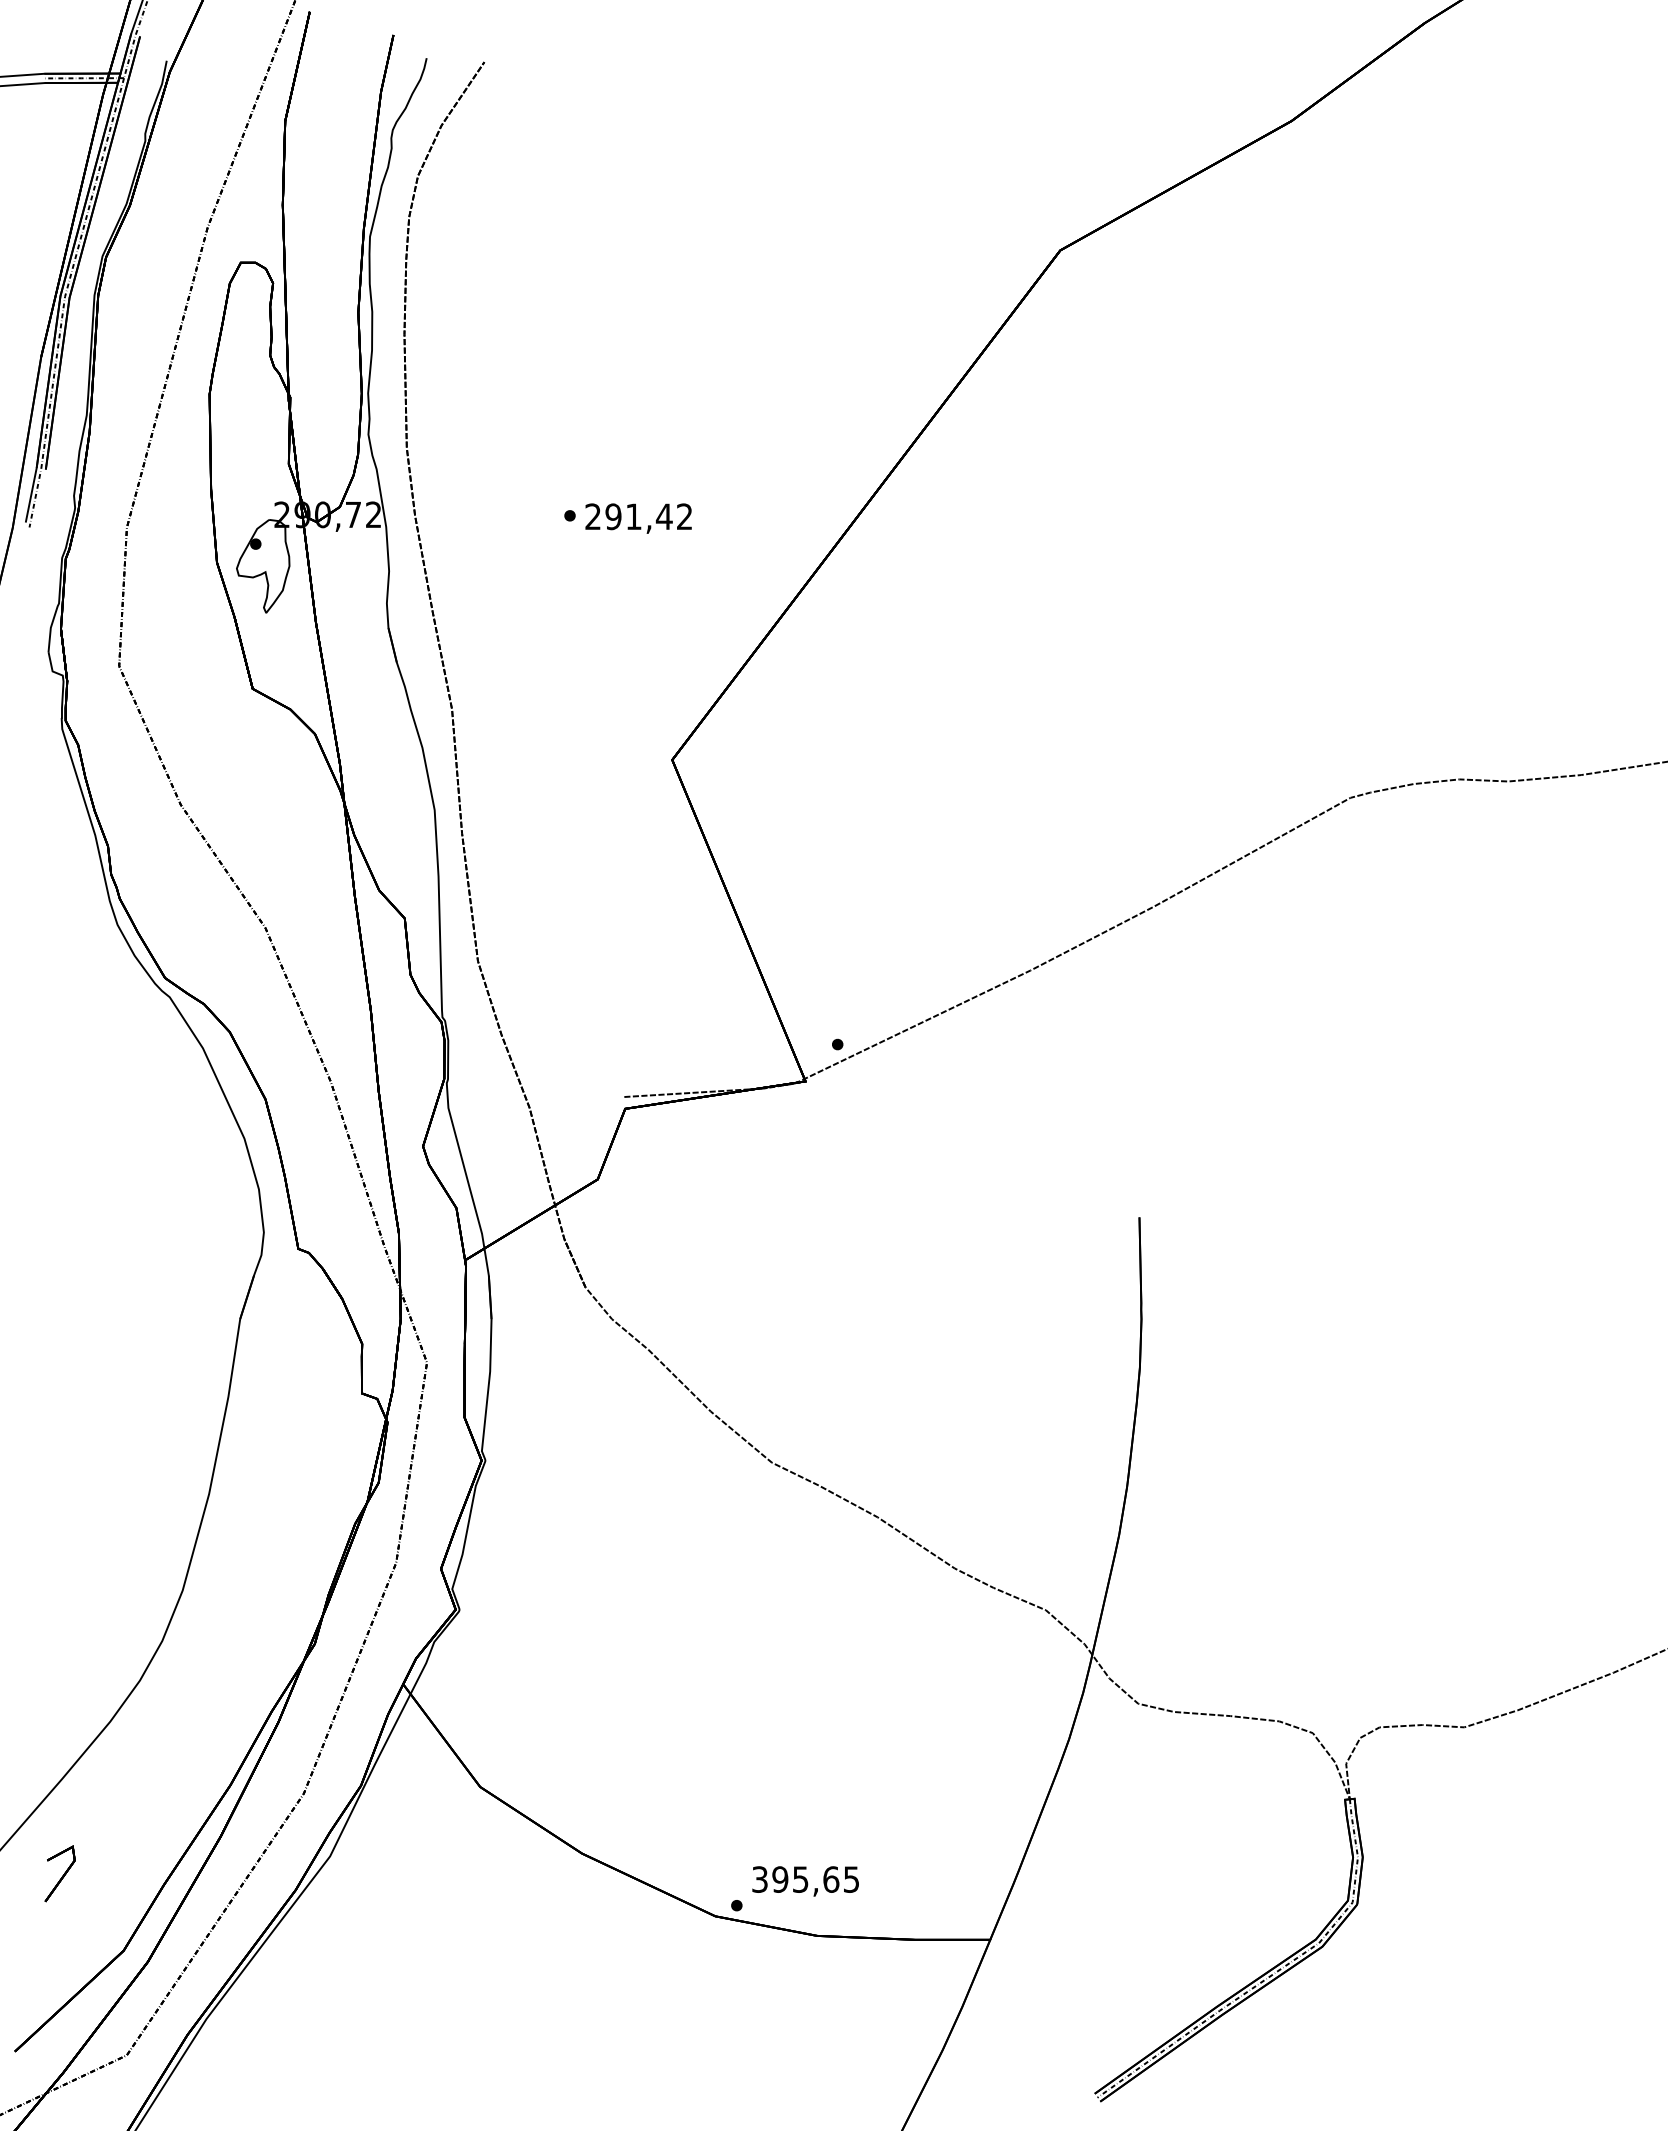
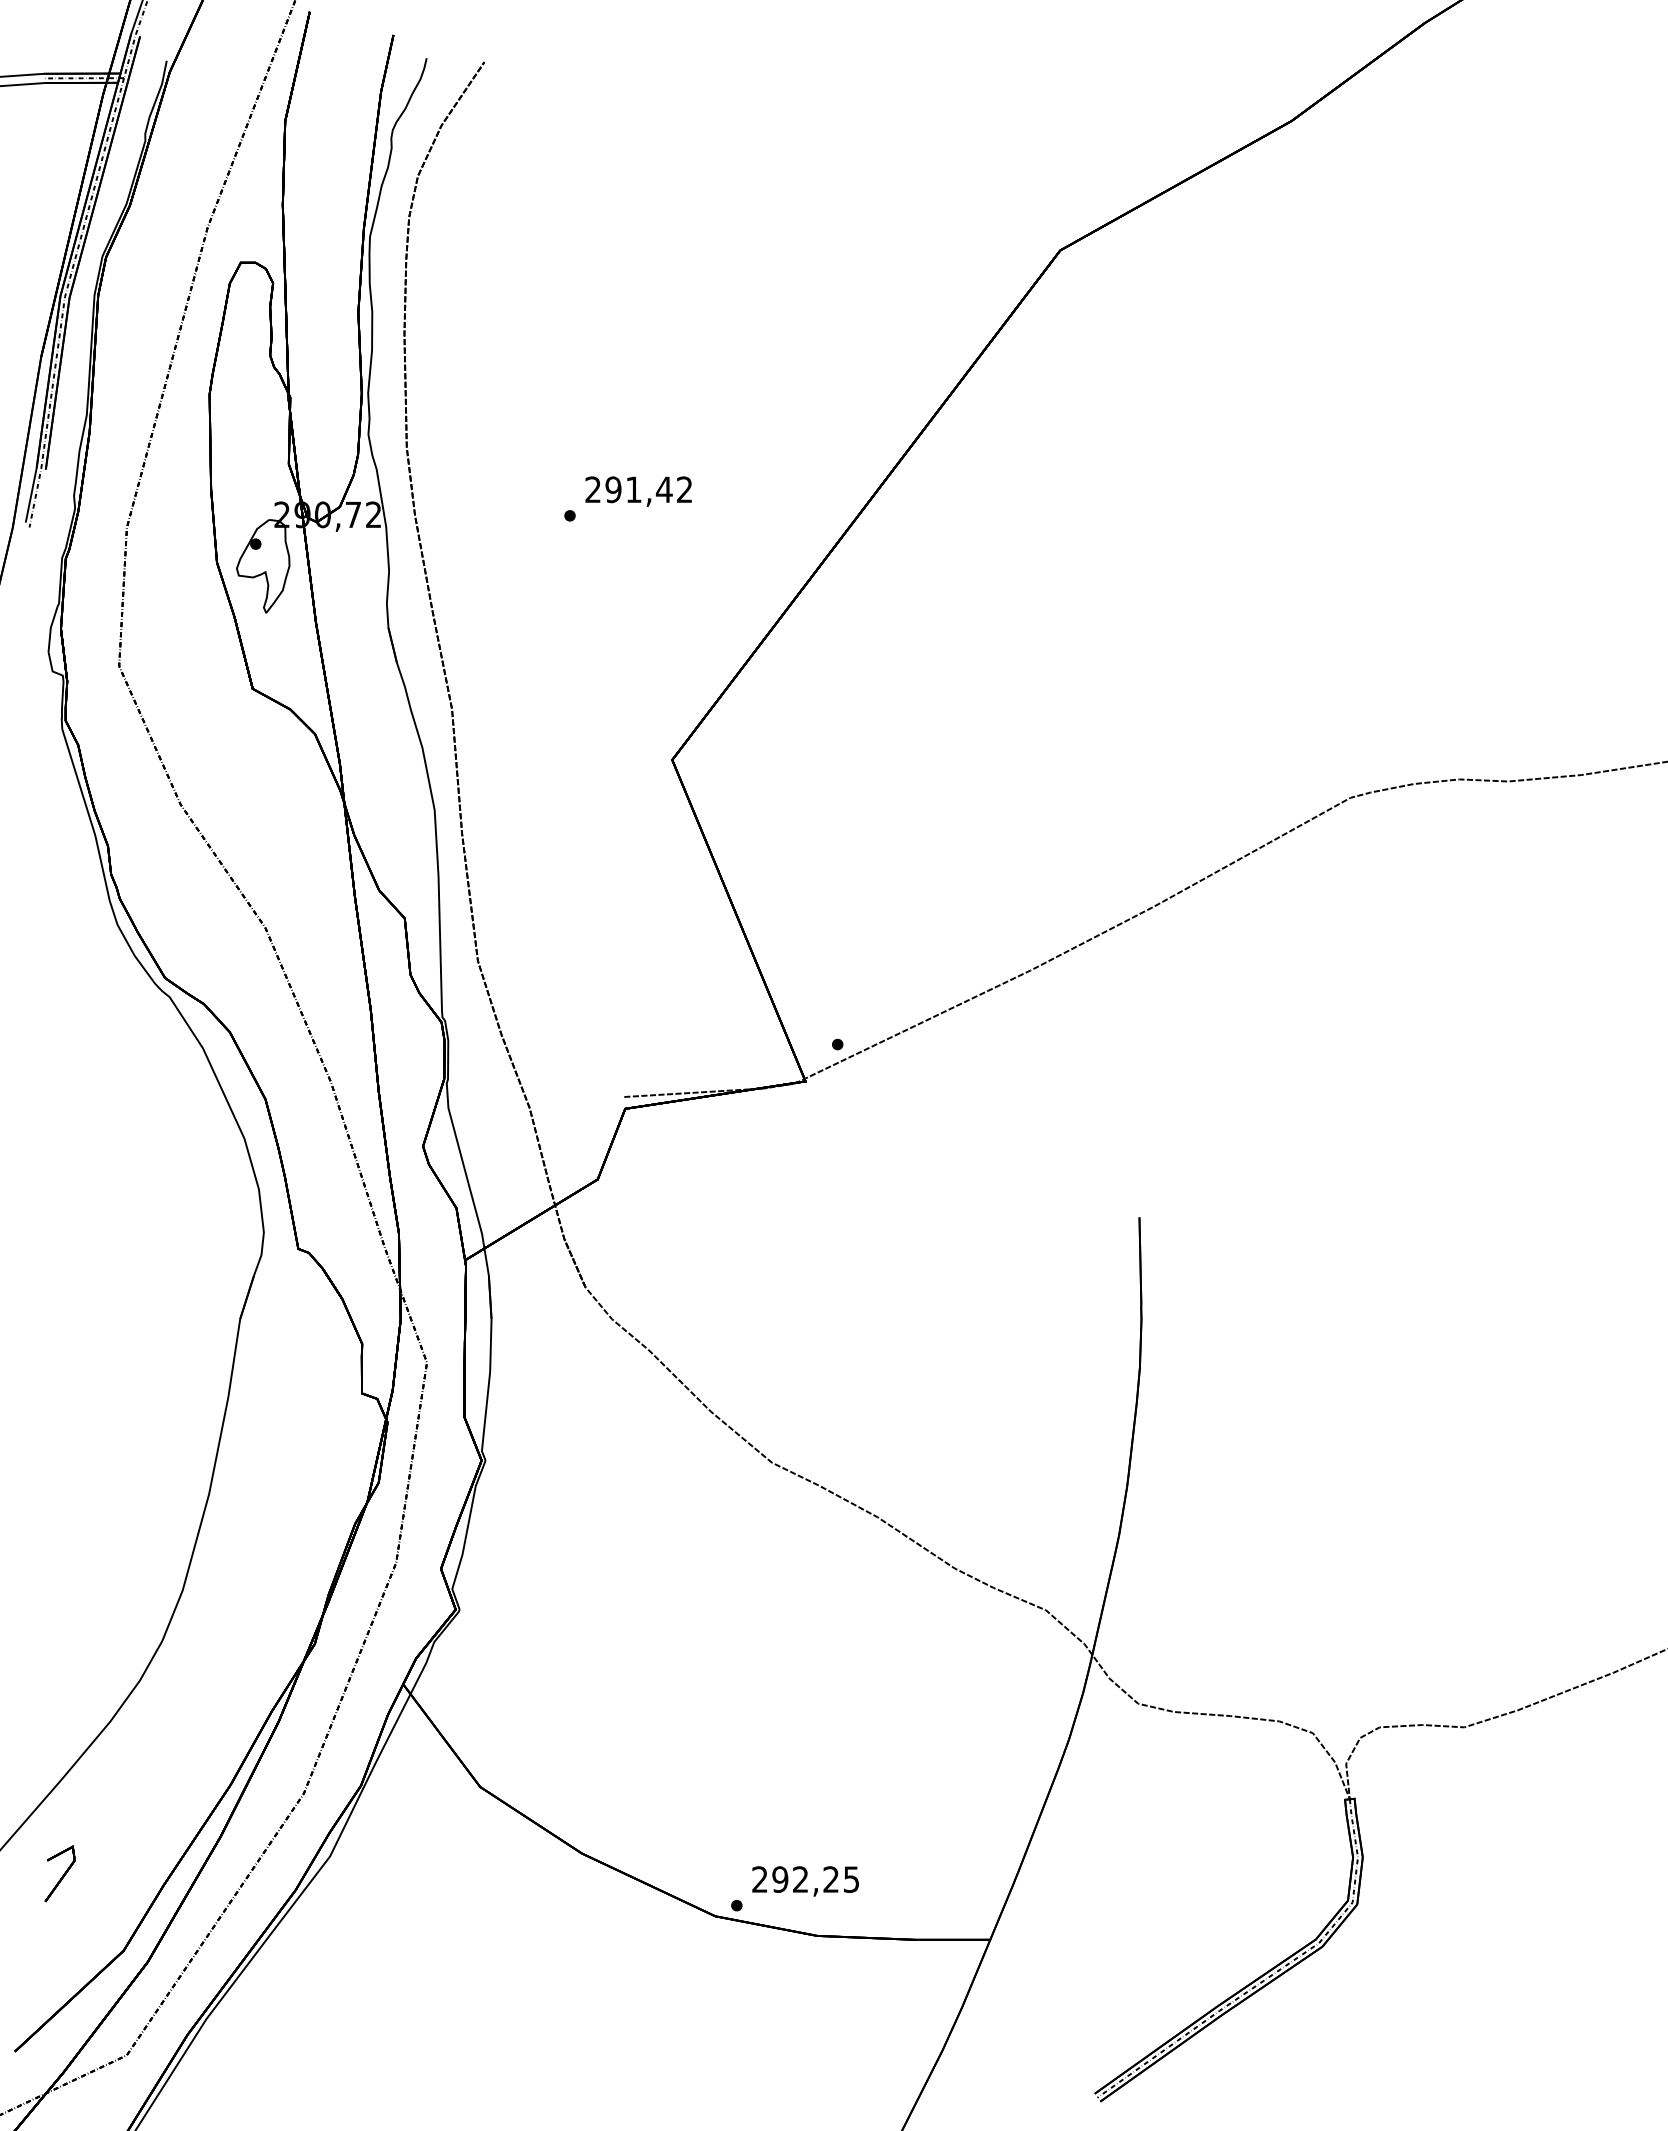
text at (638, 518) position: (638, 518) -> (638, 491)
text at (795, 1879): 395,65 -> 292,25
